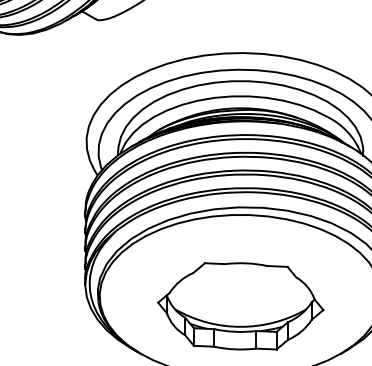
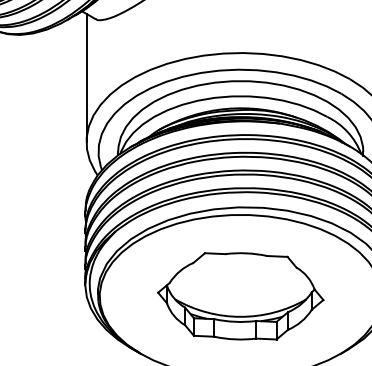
line at (86, 77): none -> present
part at (240, 306) position: (240, 306) -> (240, 296)
